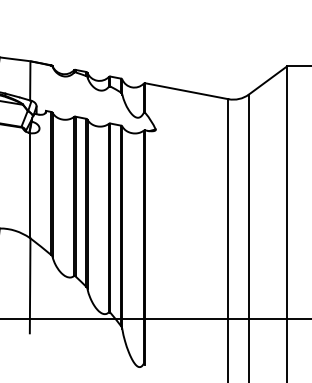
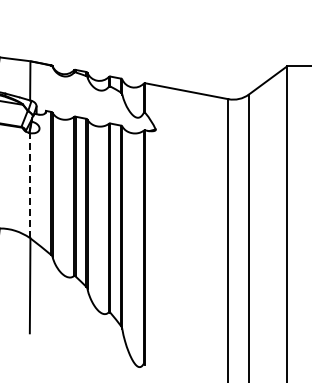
line at (29, 184): solid -> dashed
line at (155, 319): present -> none
